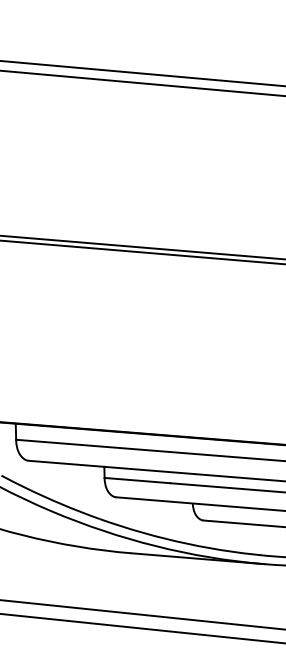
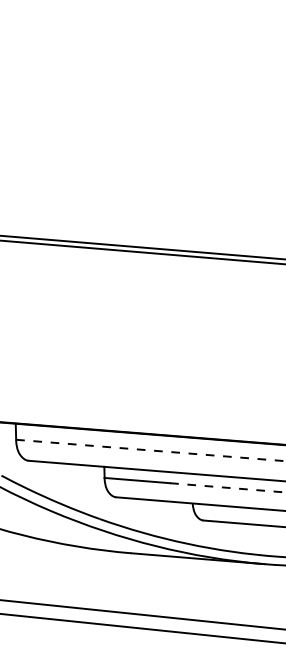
line at (142, 73): present -> none
line at (142, 82): present -> none
line at (150, 450): solid -> dashed
line at (227, 487): solid -> dashed
